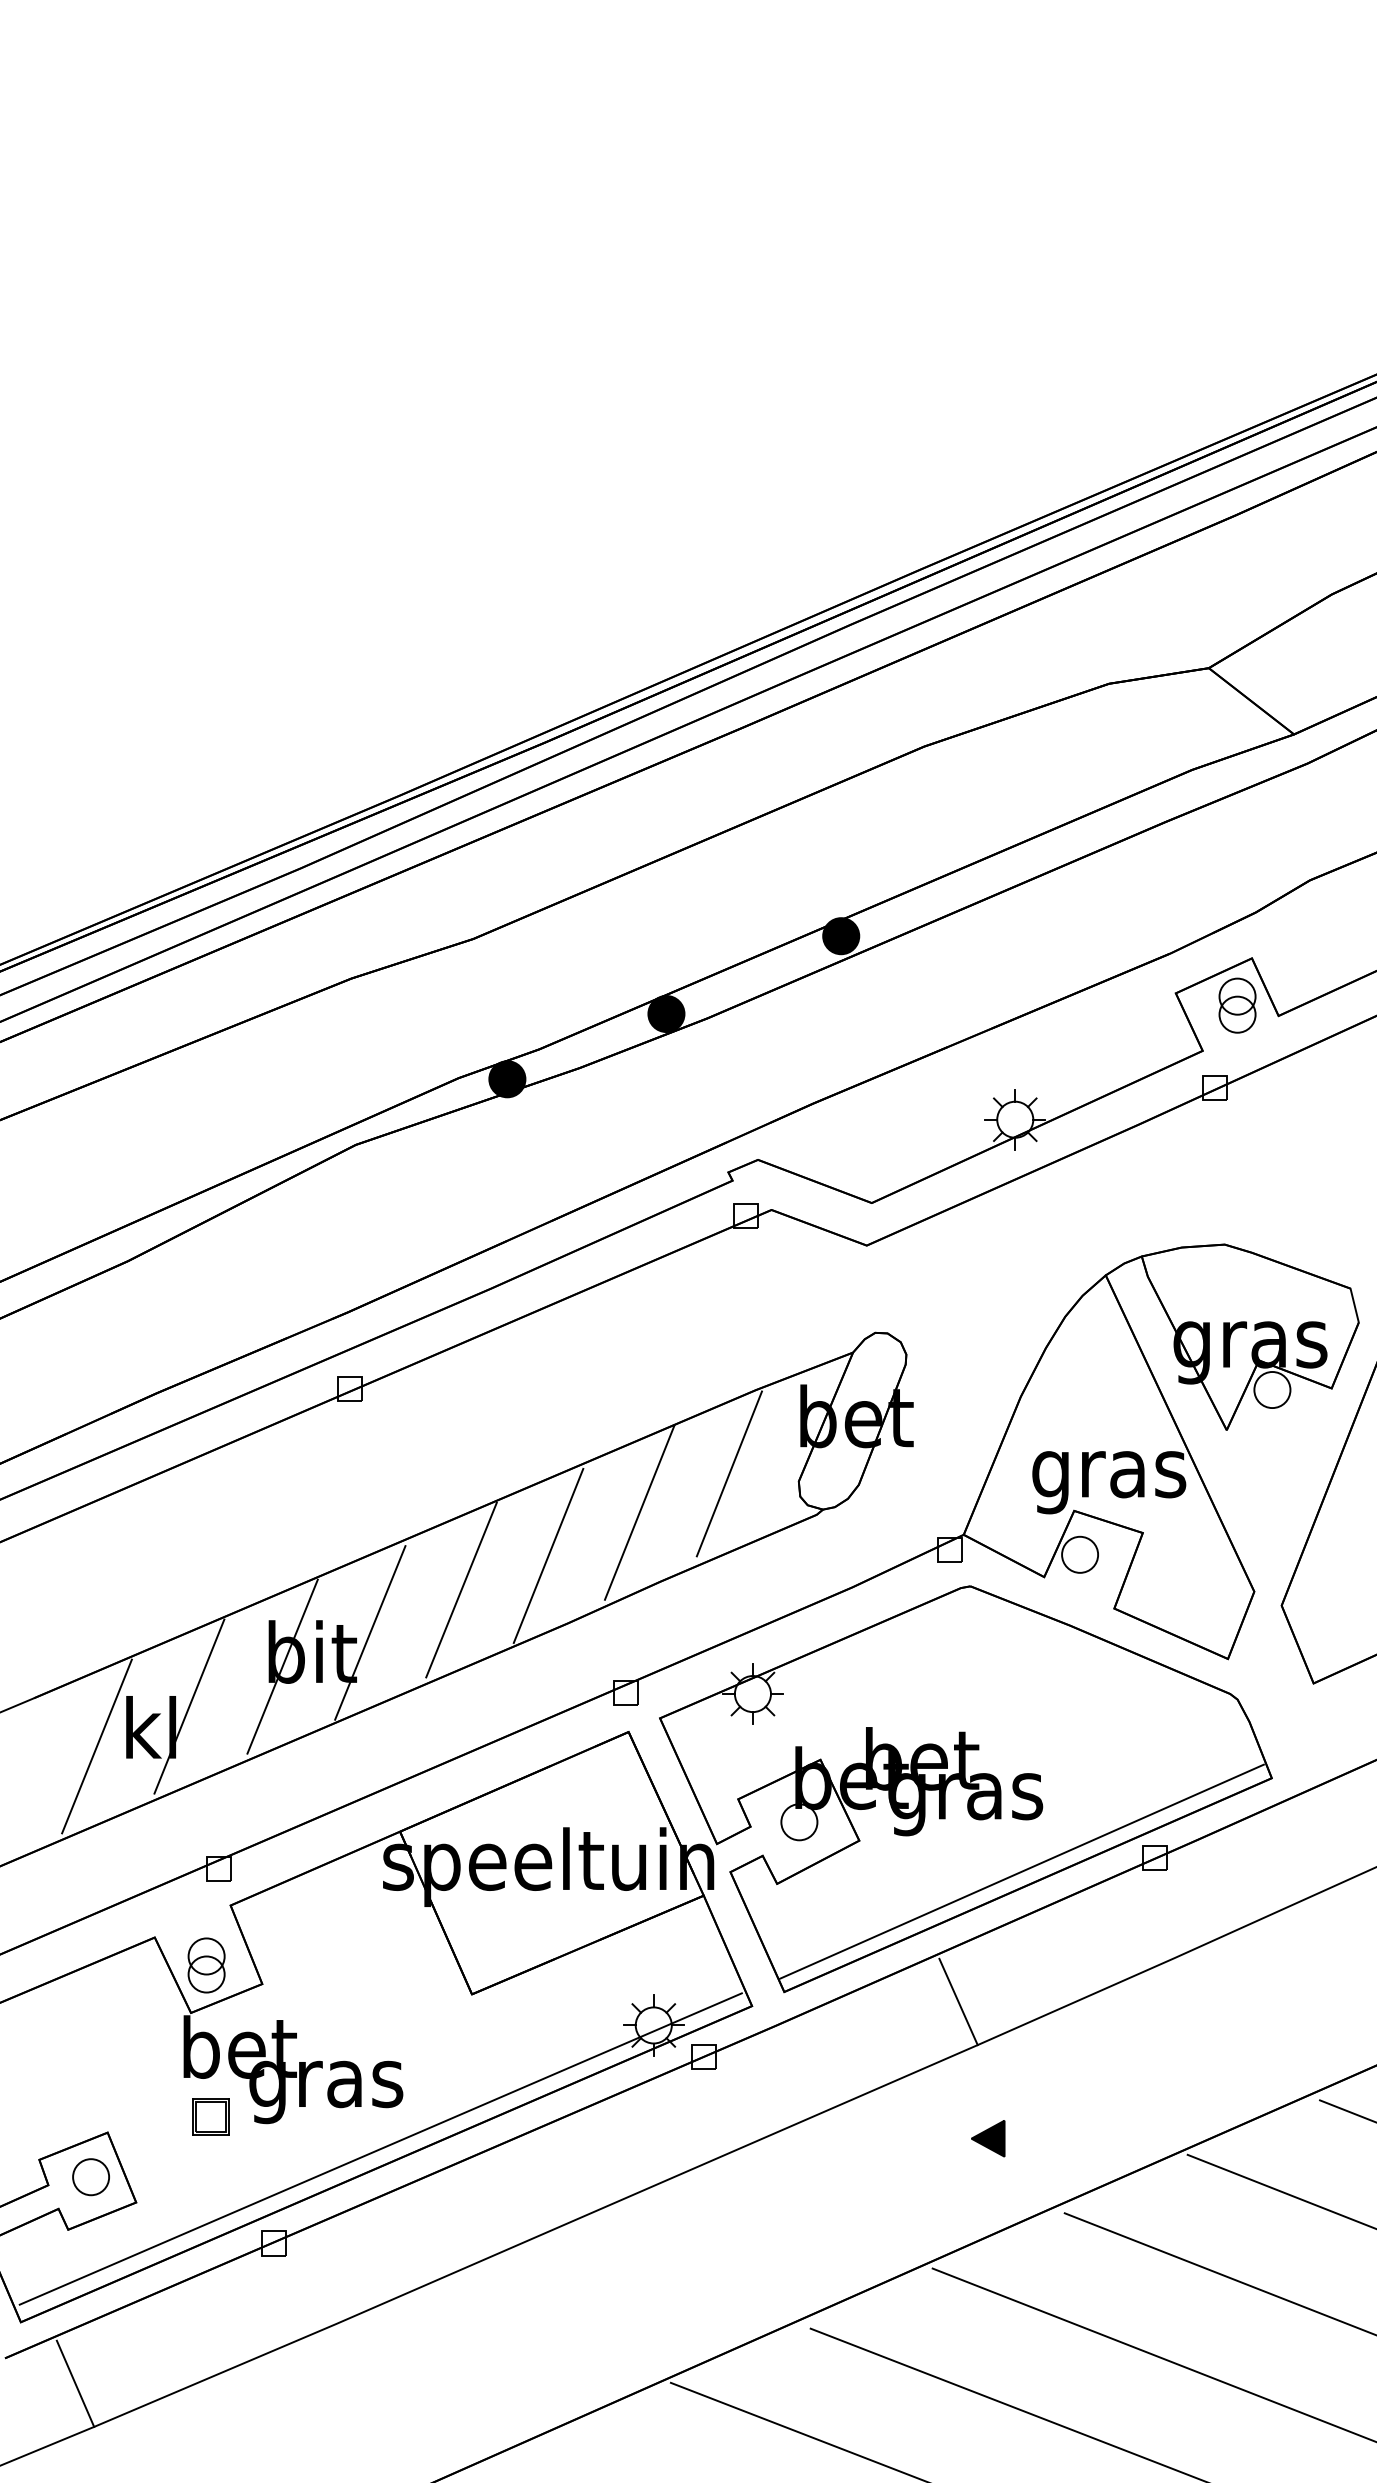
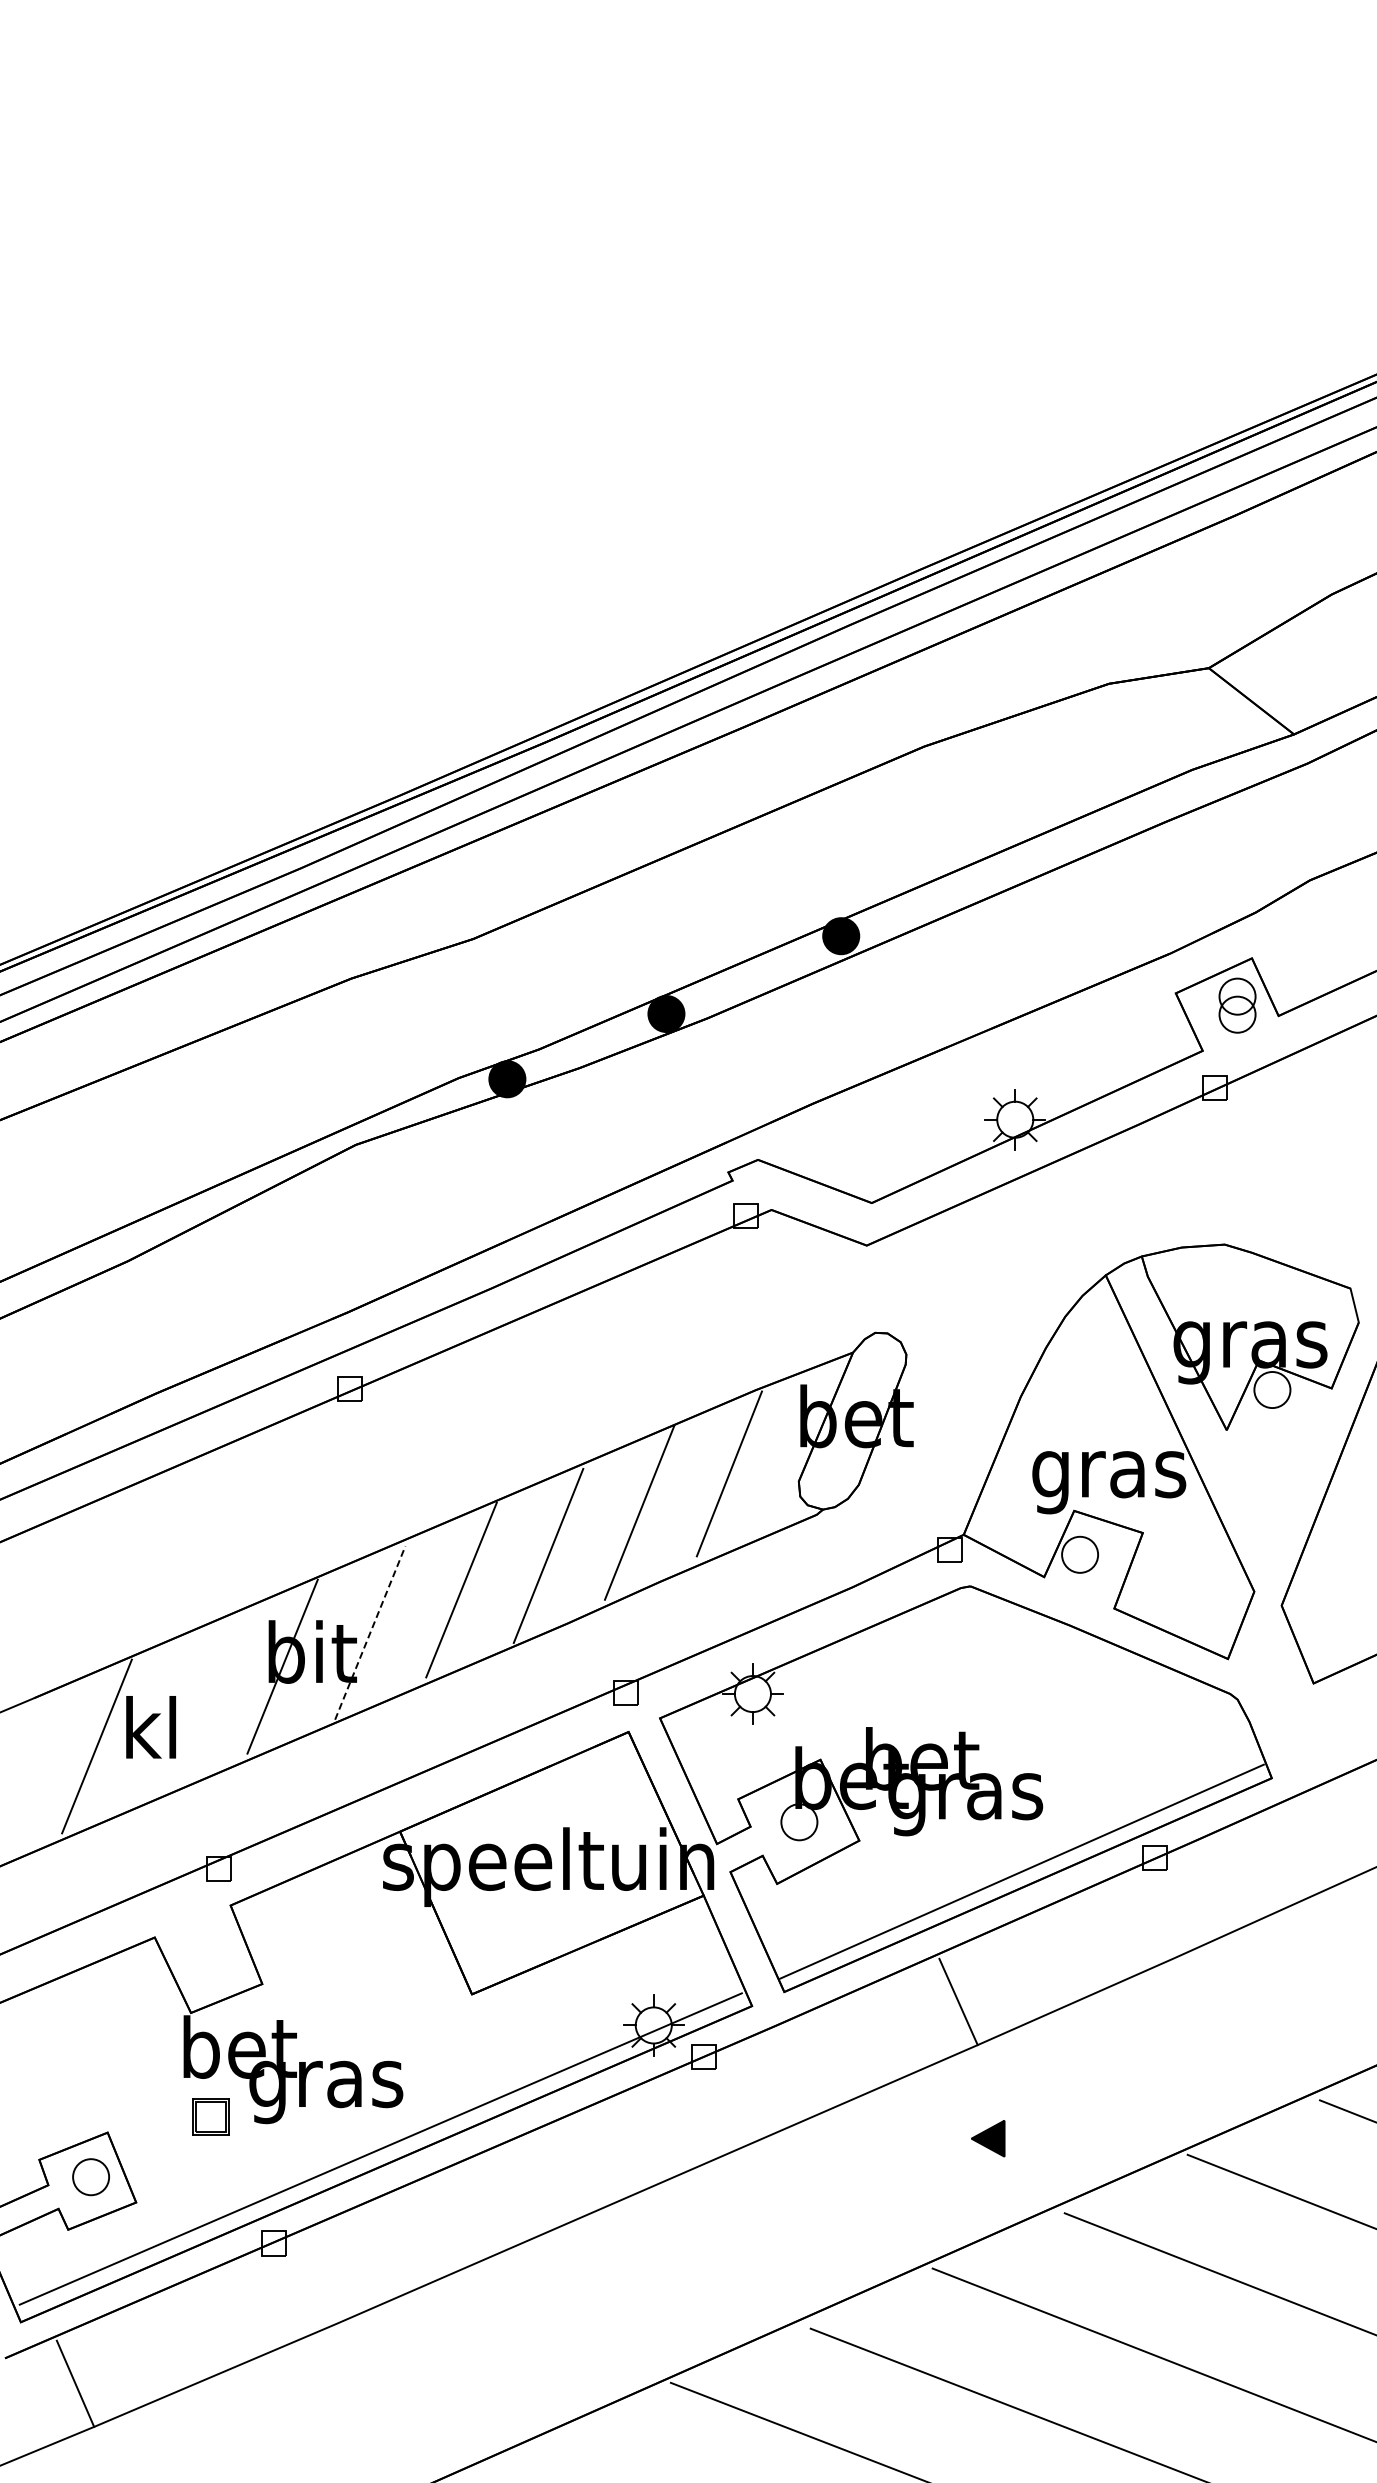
line at (370, 1632): solid -> dashed
line at (189, 1706): present -> none
part at (206, 1965): present -> none
